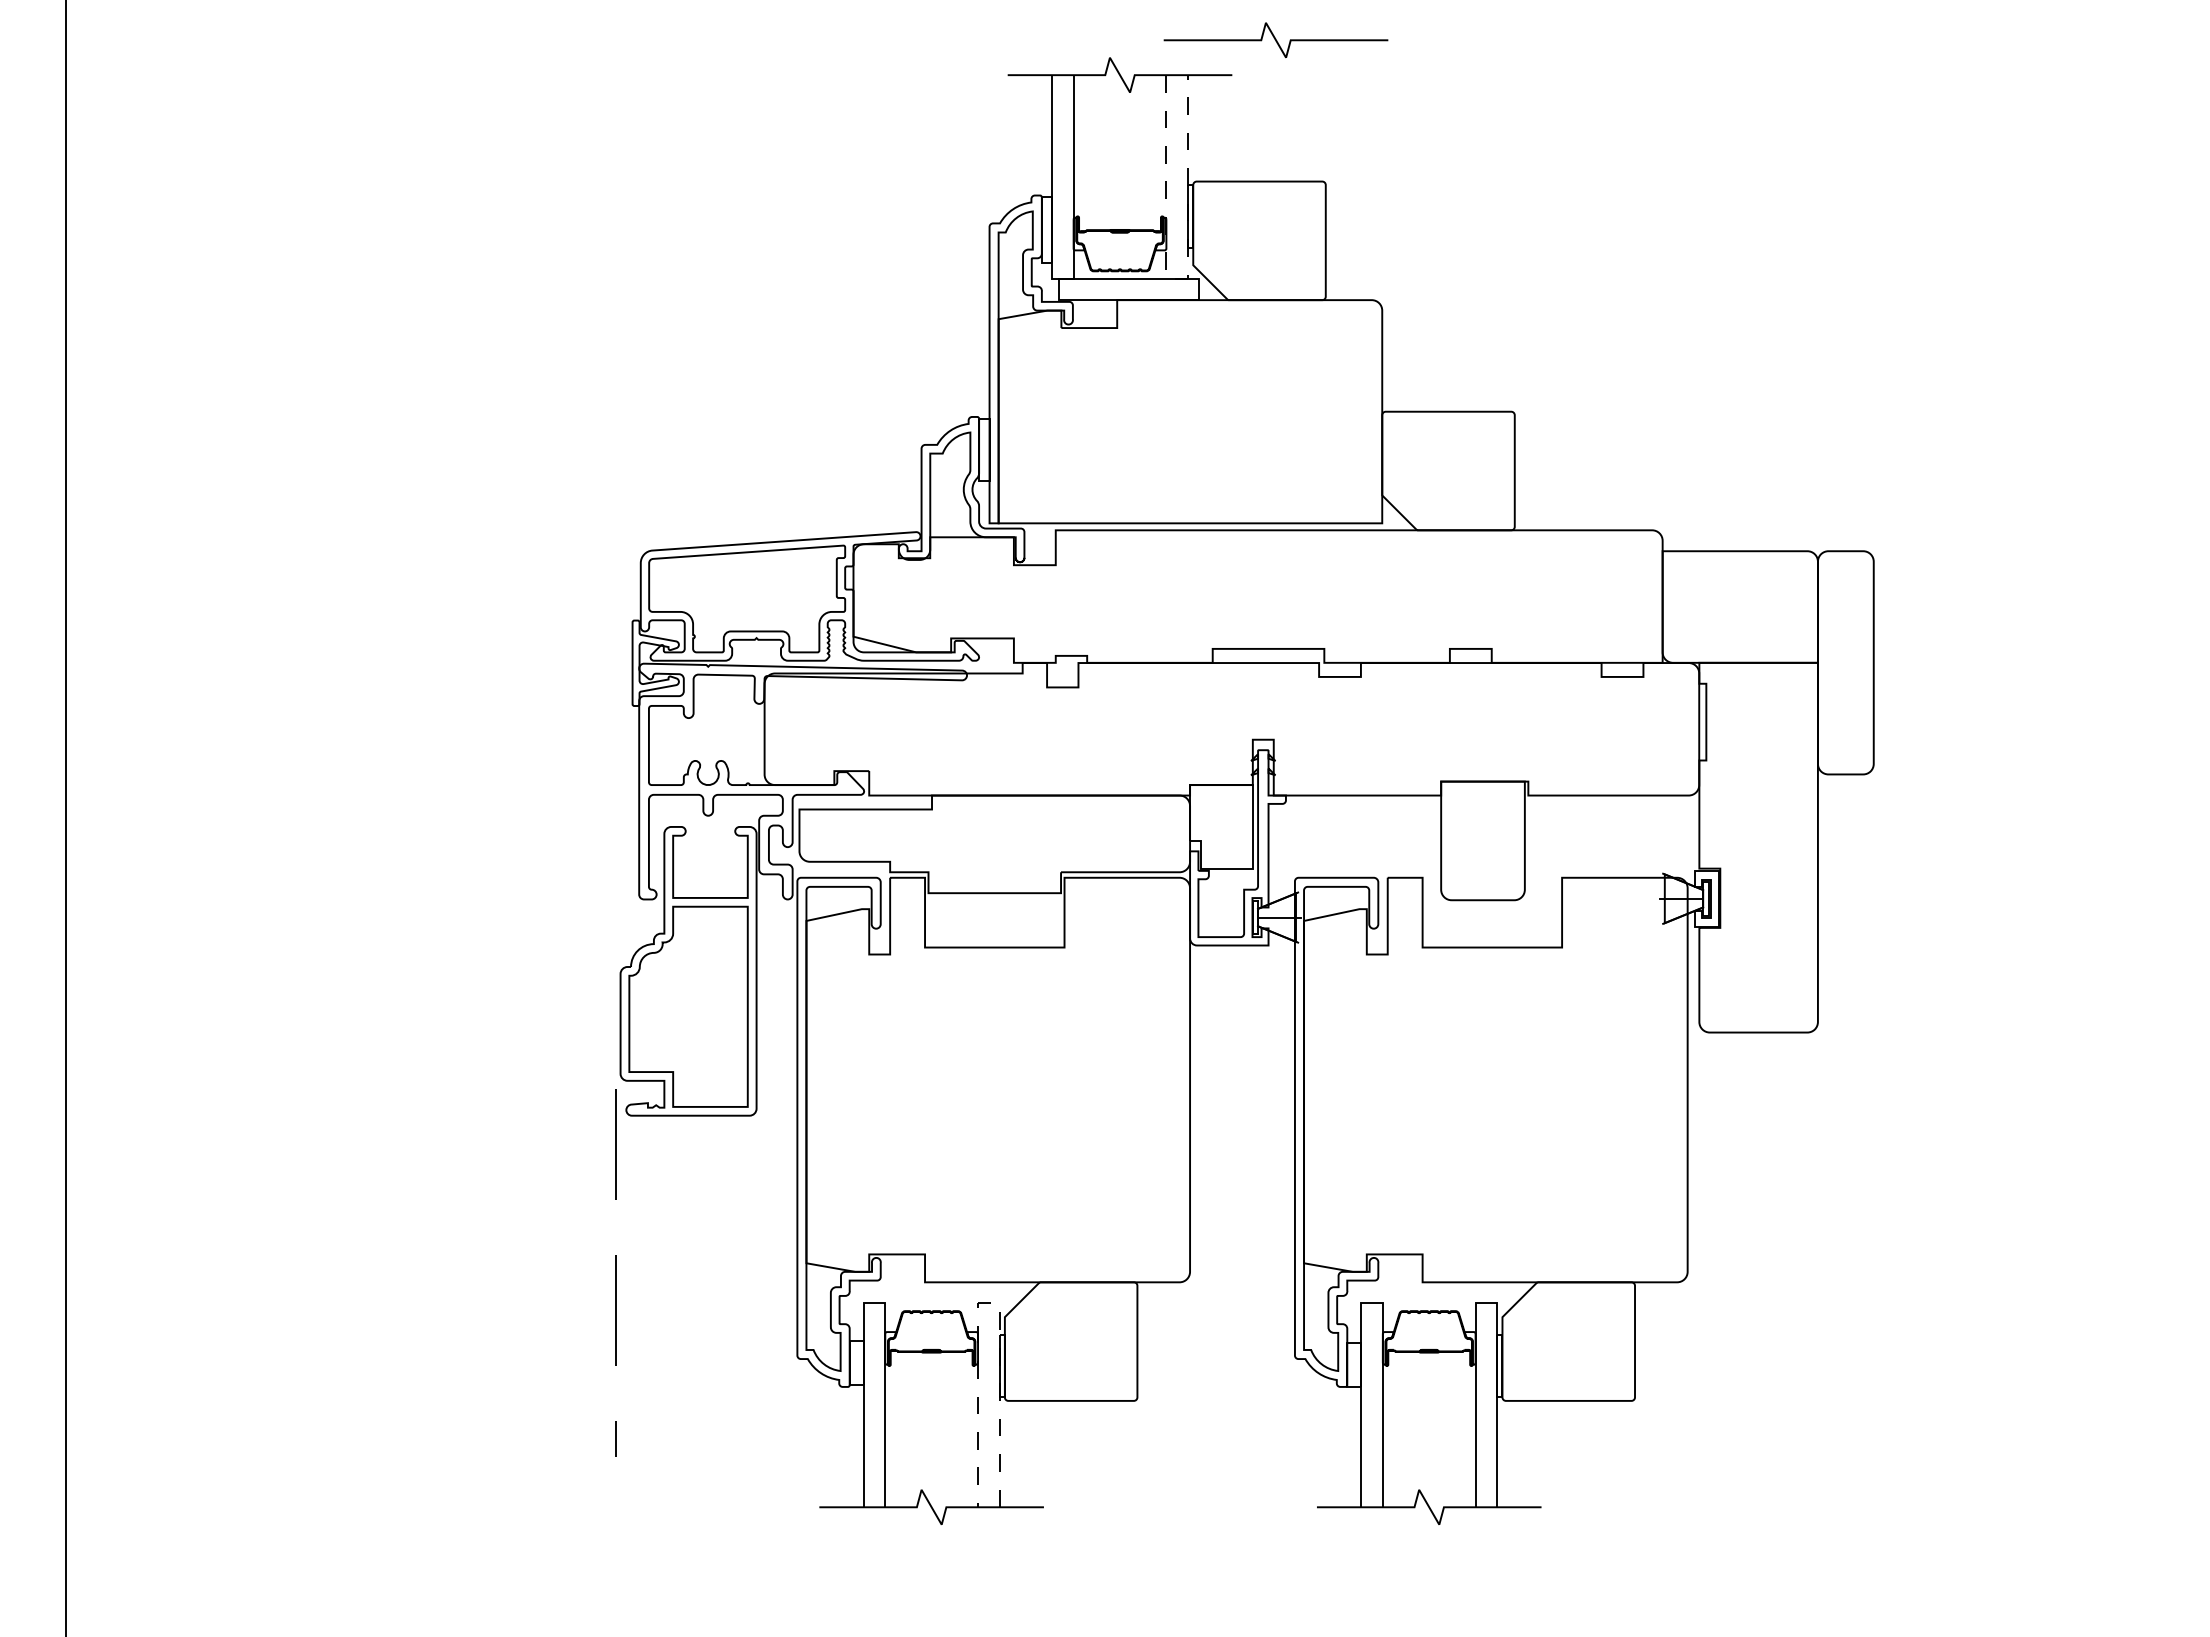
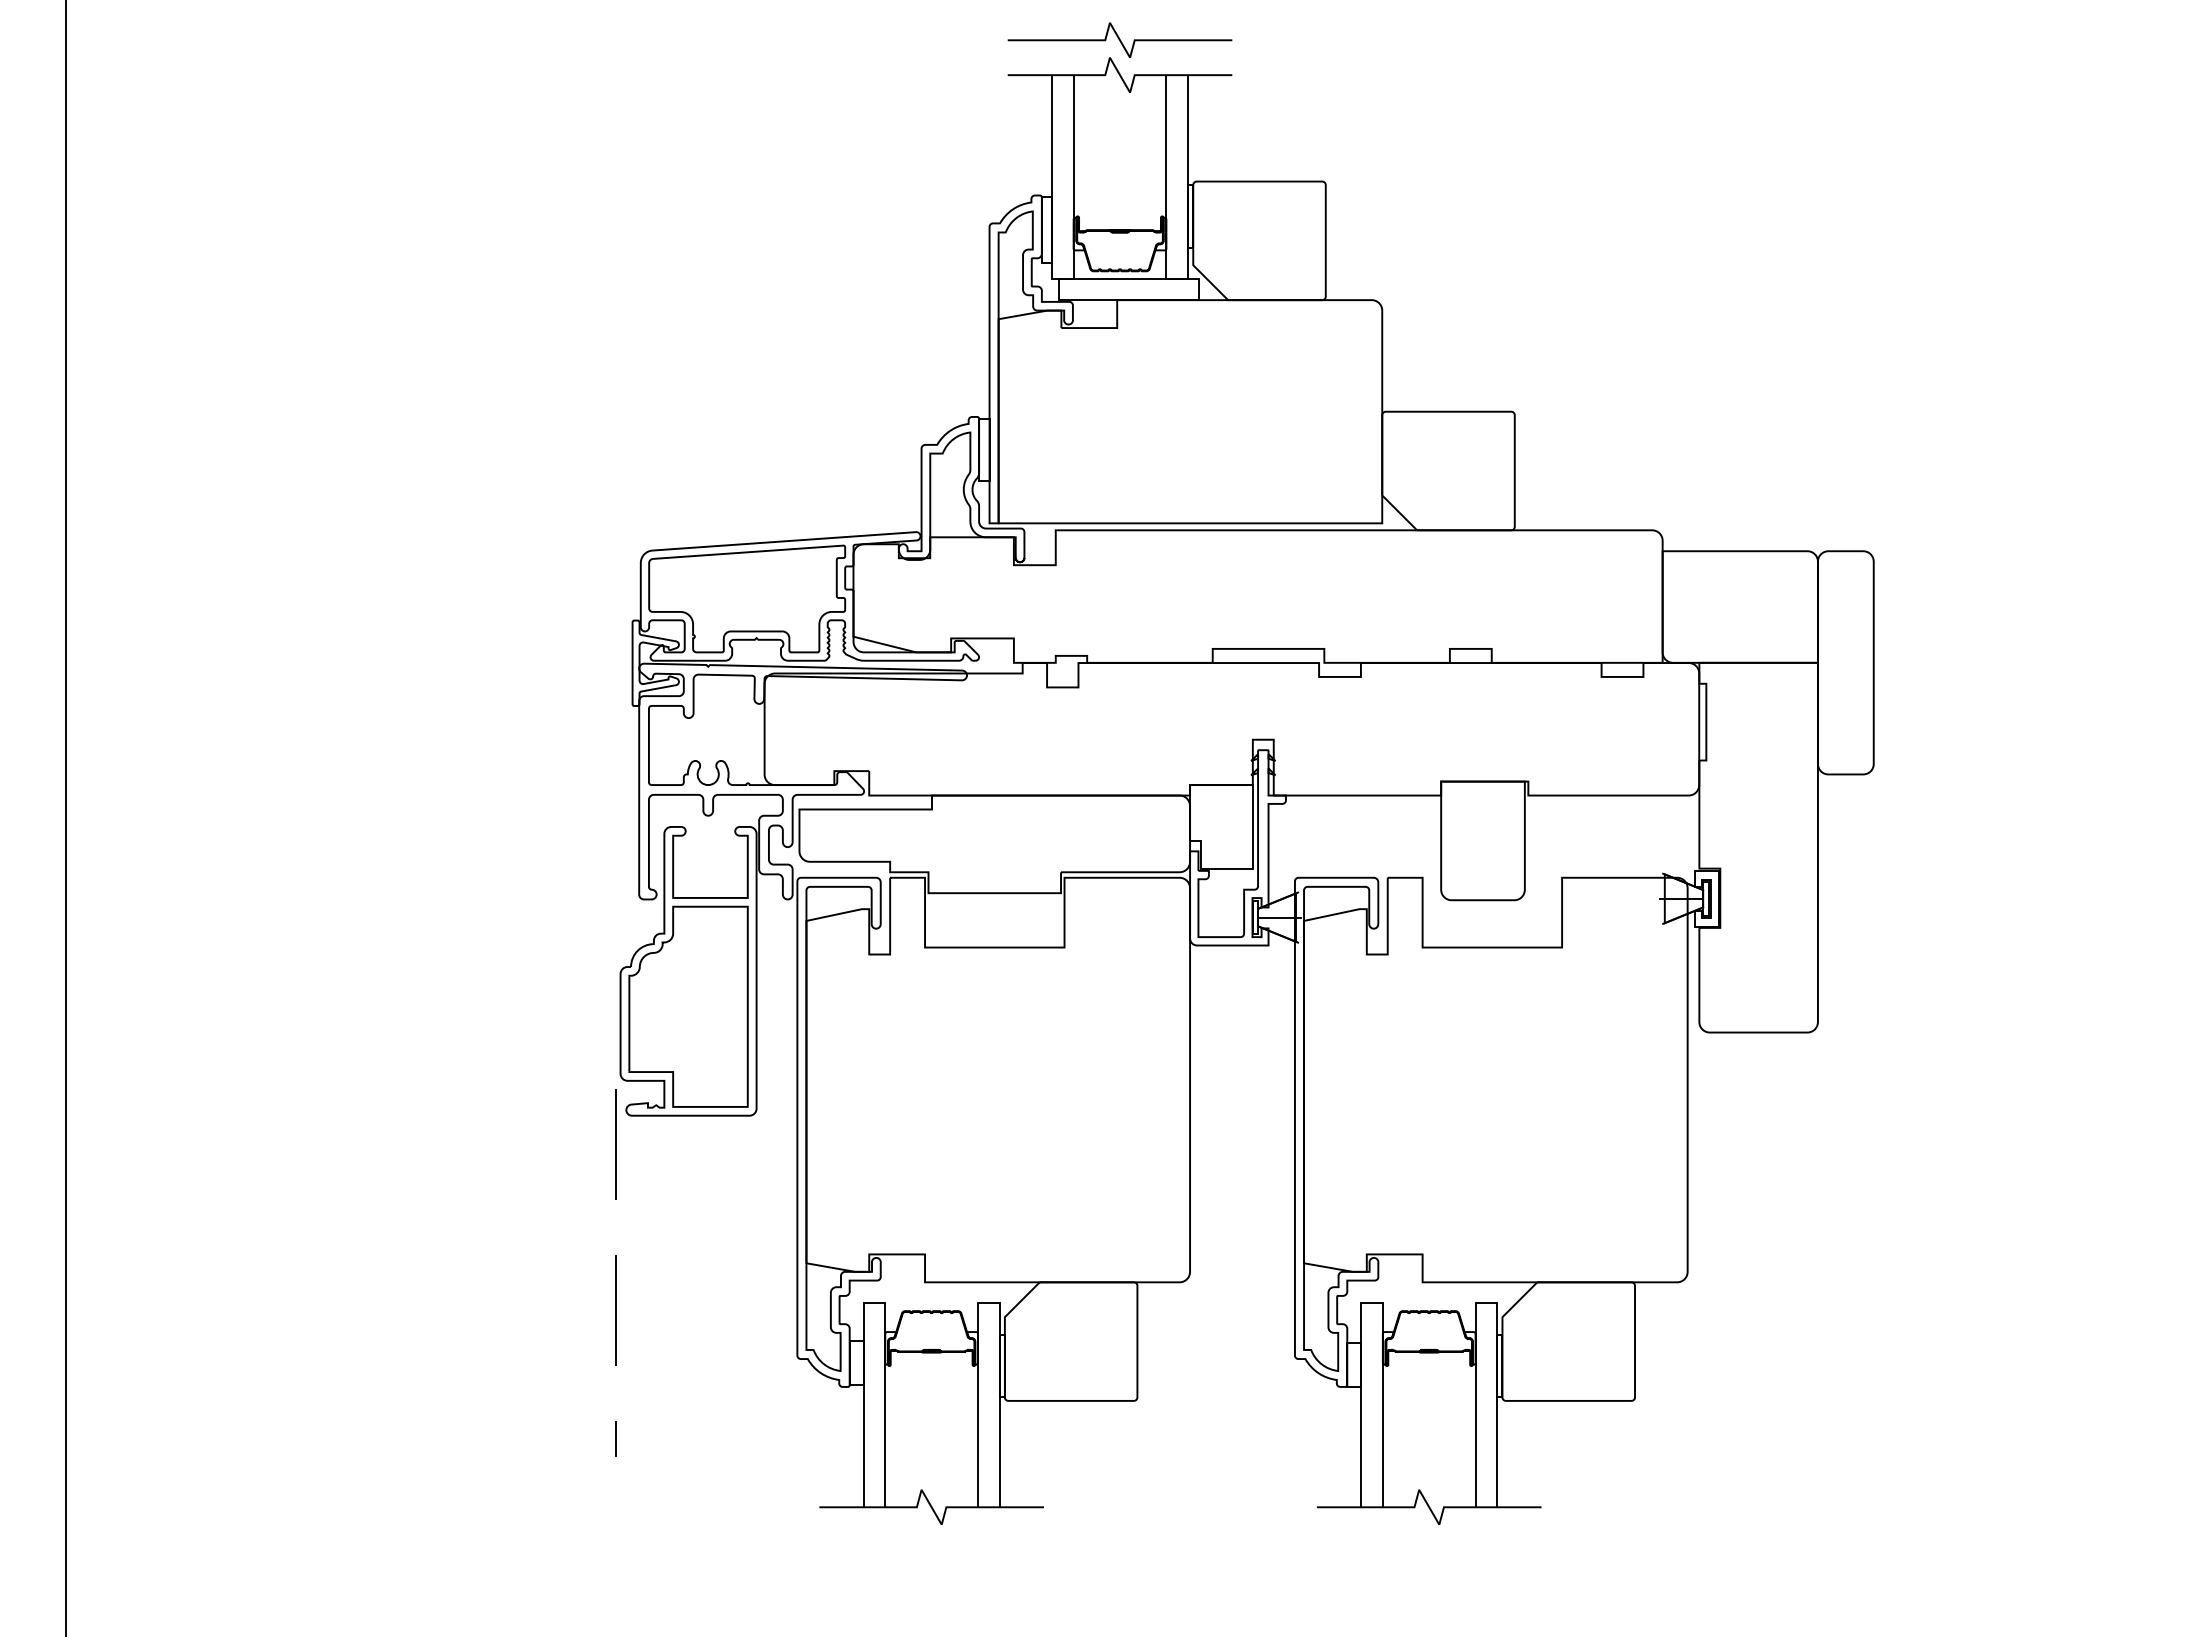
curve at (1275, 40) position: (1275, 40) -> (1119, 40)
line at (1177, 279): dashed -> solid
line at (988, 1303): dashed -> solid
